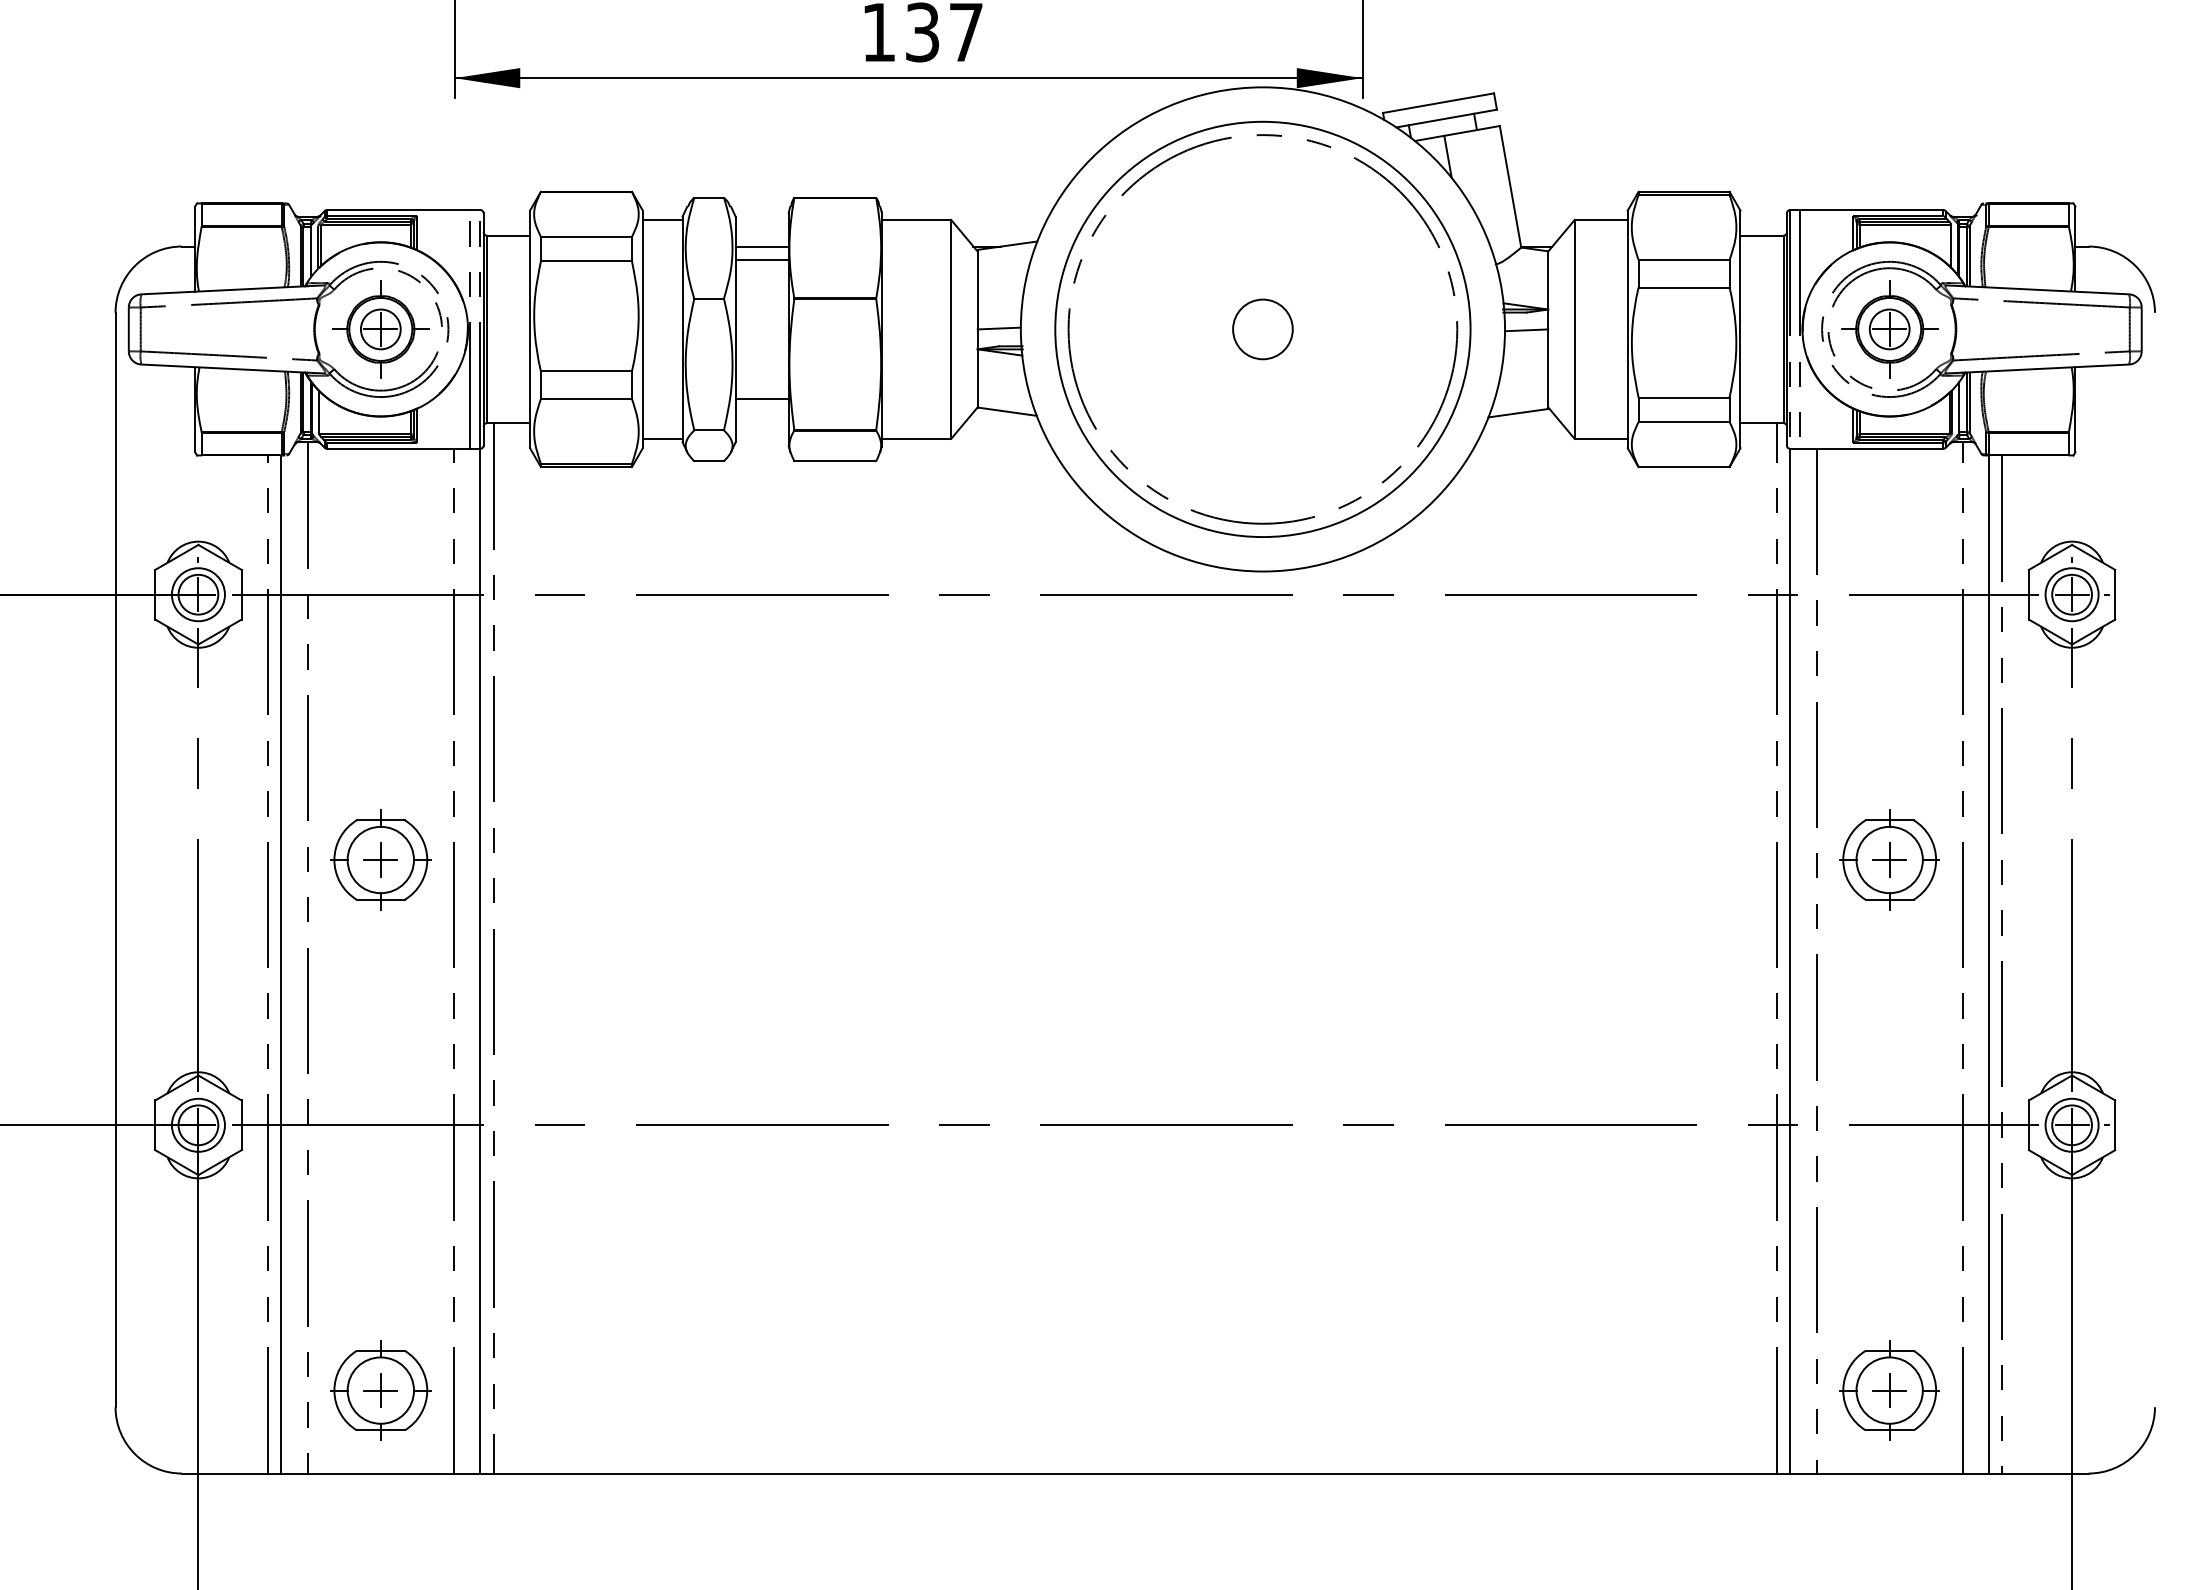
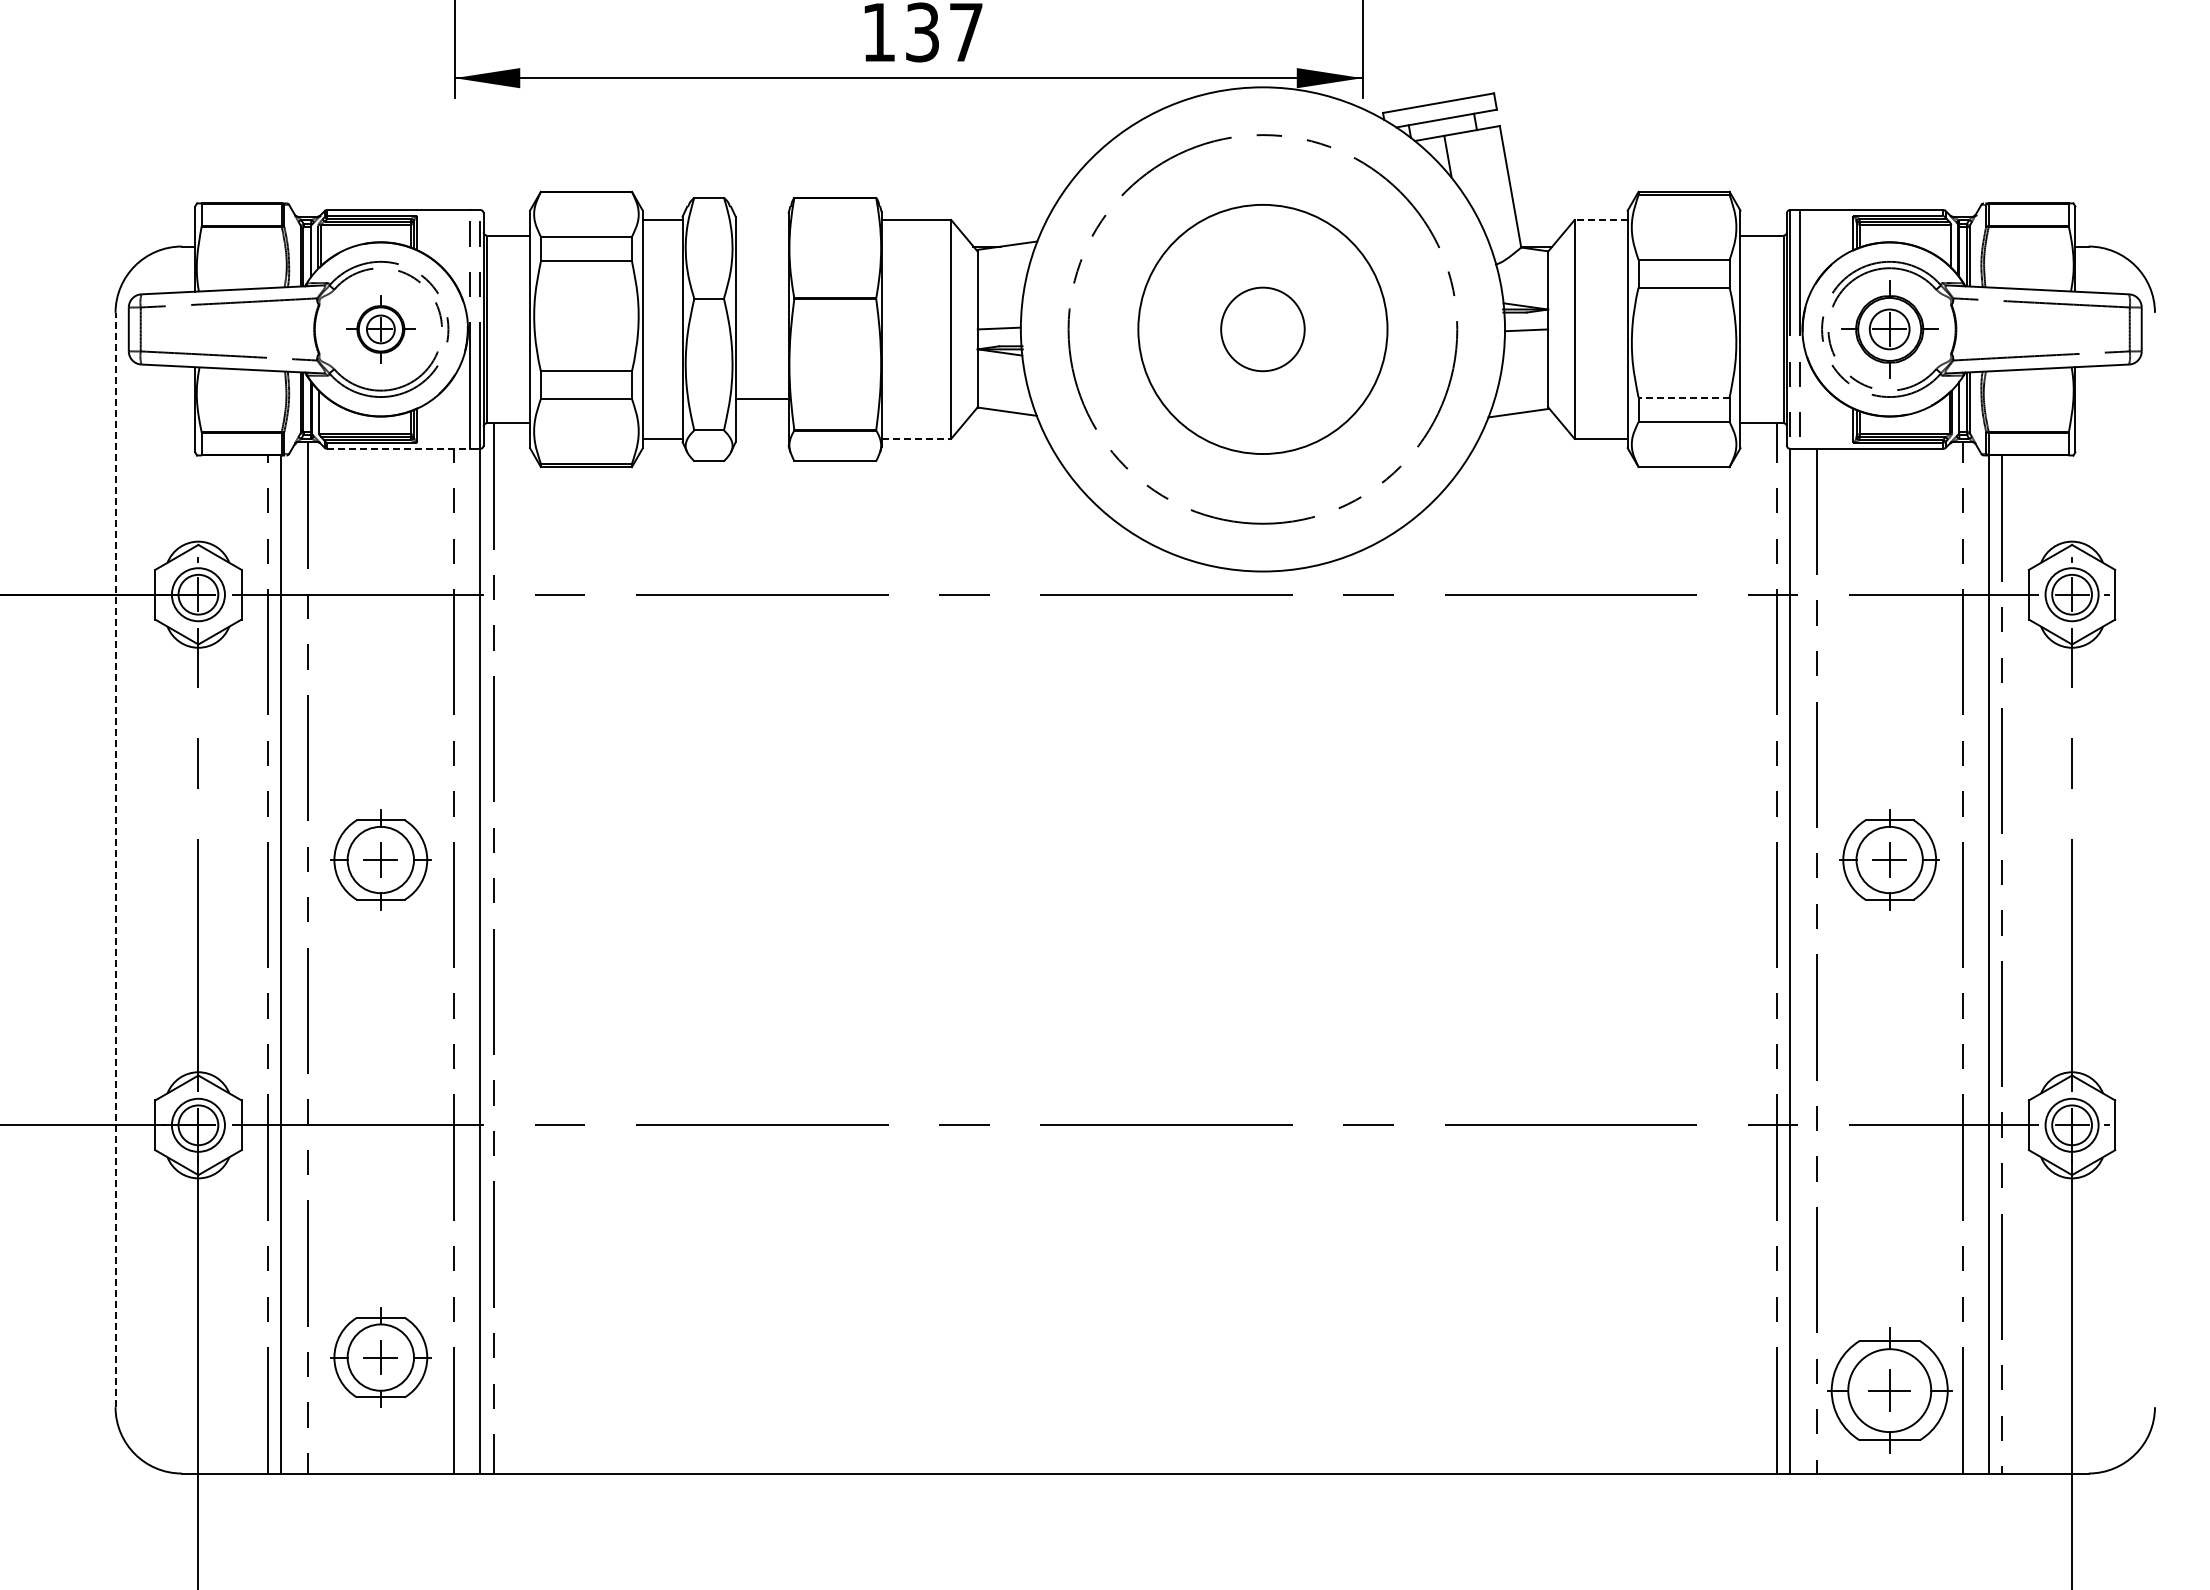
line at (1601, 220): solid -> dashed
line at (761, 246): present -> none
line at (761, 259): present -> none
part at (380, 329) size: 98x99 px -> 70x69 px
circle at (1262, 329) diameter: 415 px -> 249 px
circle at (1262, 329) diameter: 60 px -> 84 px
line at (1684, 397): solid -> dashed
line at (916, 438): solid -> dashed
line at (398, 448): solid -> dashed
line at (115, 859): solid -> dashed
part at (380, 1390) position: (380, 1390) -> (380, 1357)
part at (1889, 1390) size: 101x101 px -> 126x127 px
